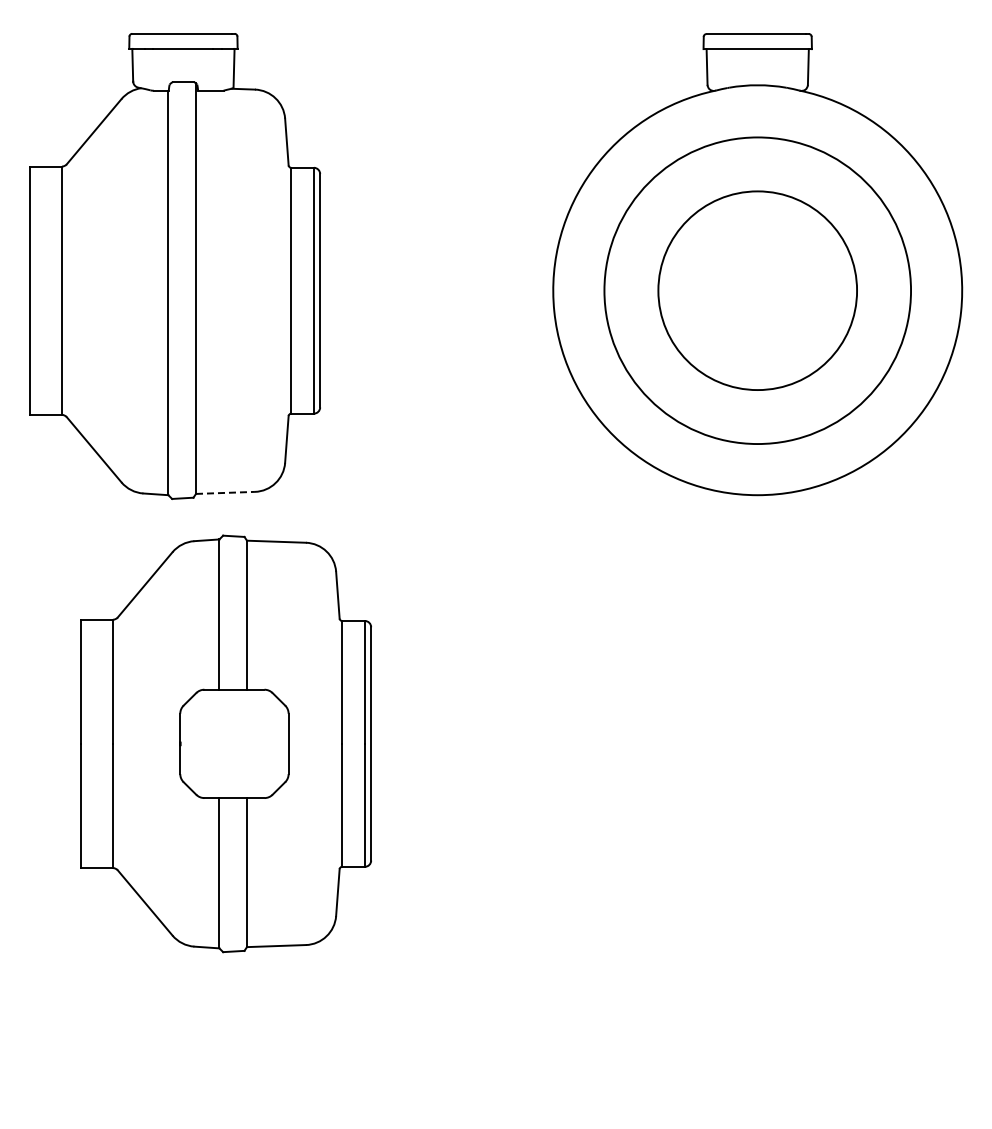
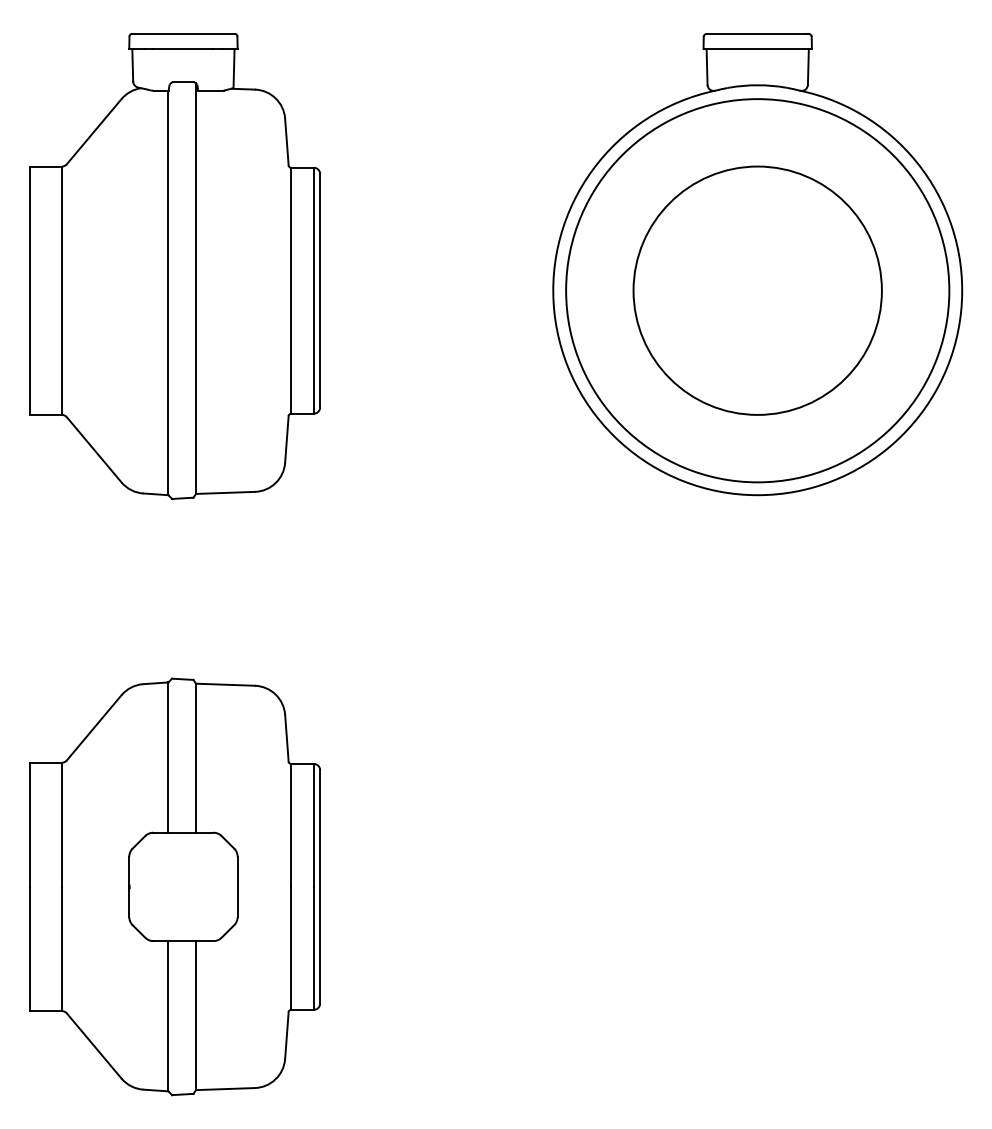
circle at (757, 290) diameter: 199 px -> 248 px
circle at (757, 290) diameter: 307 px -> 383 px
line at (225, 492): dashed -> solid
part at (225, 743) position: (225, 743) -> (174, 886)
